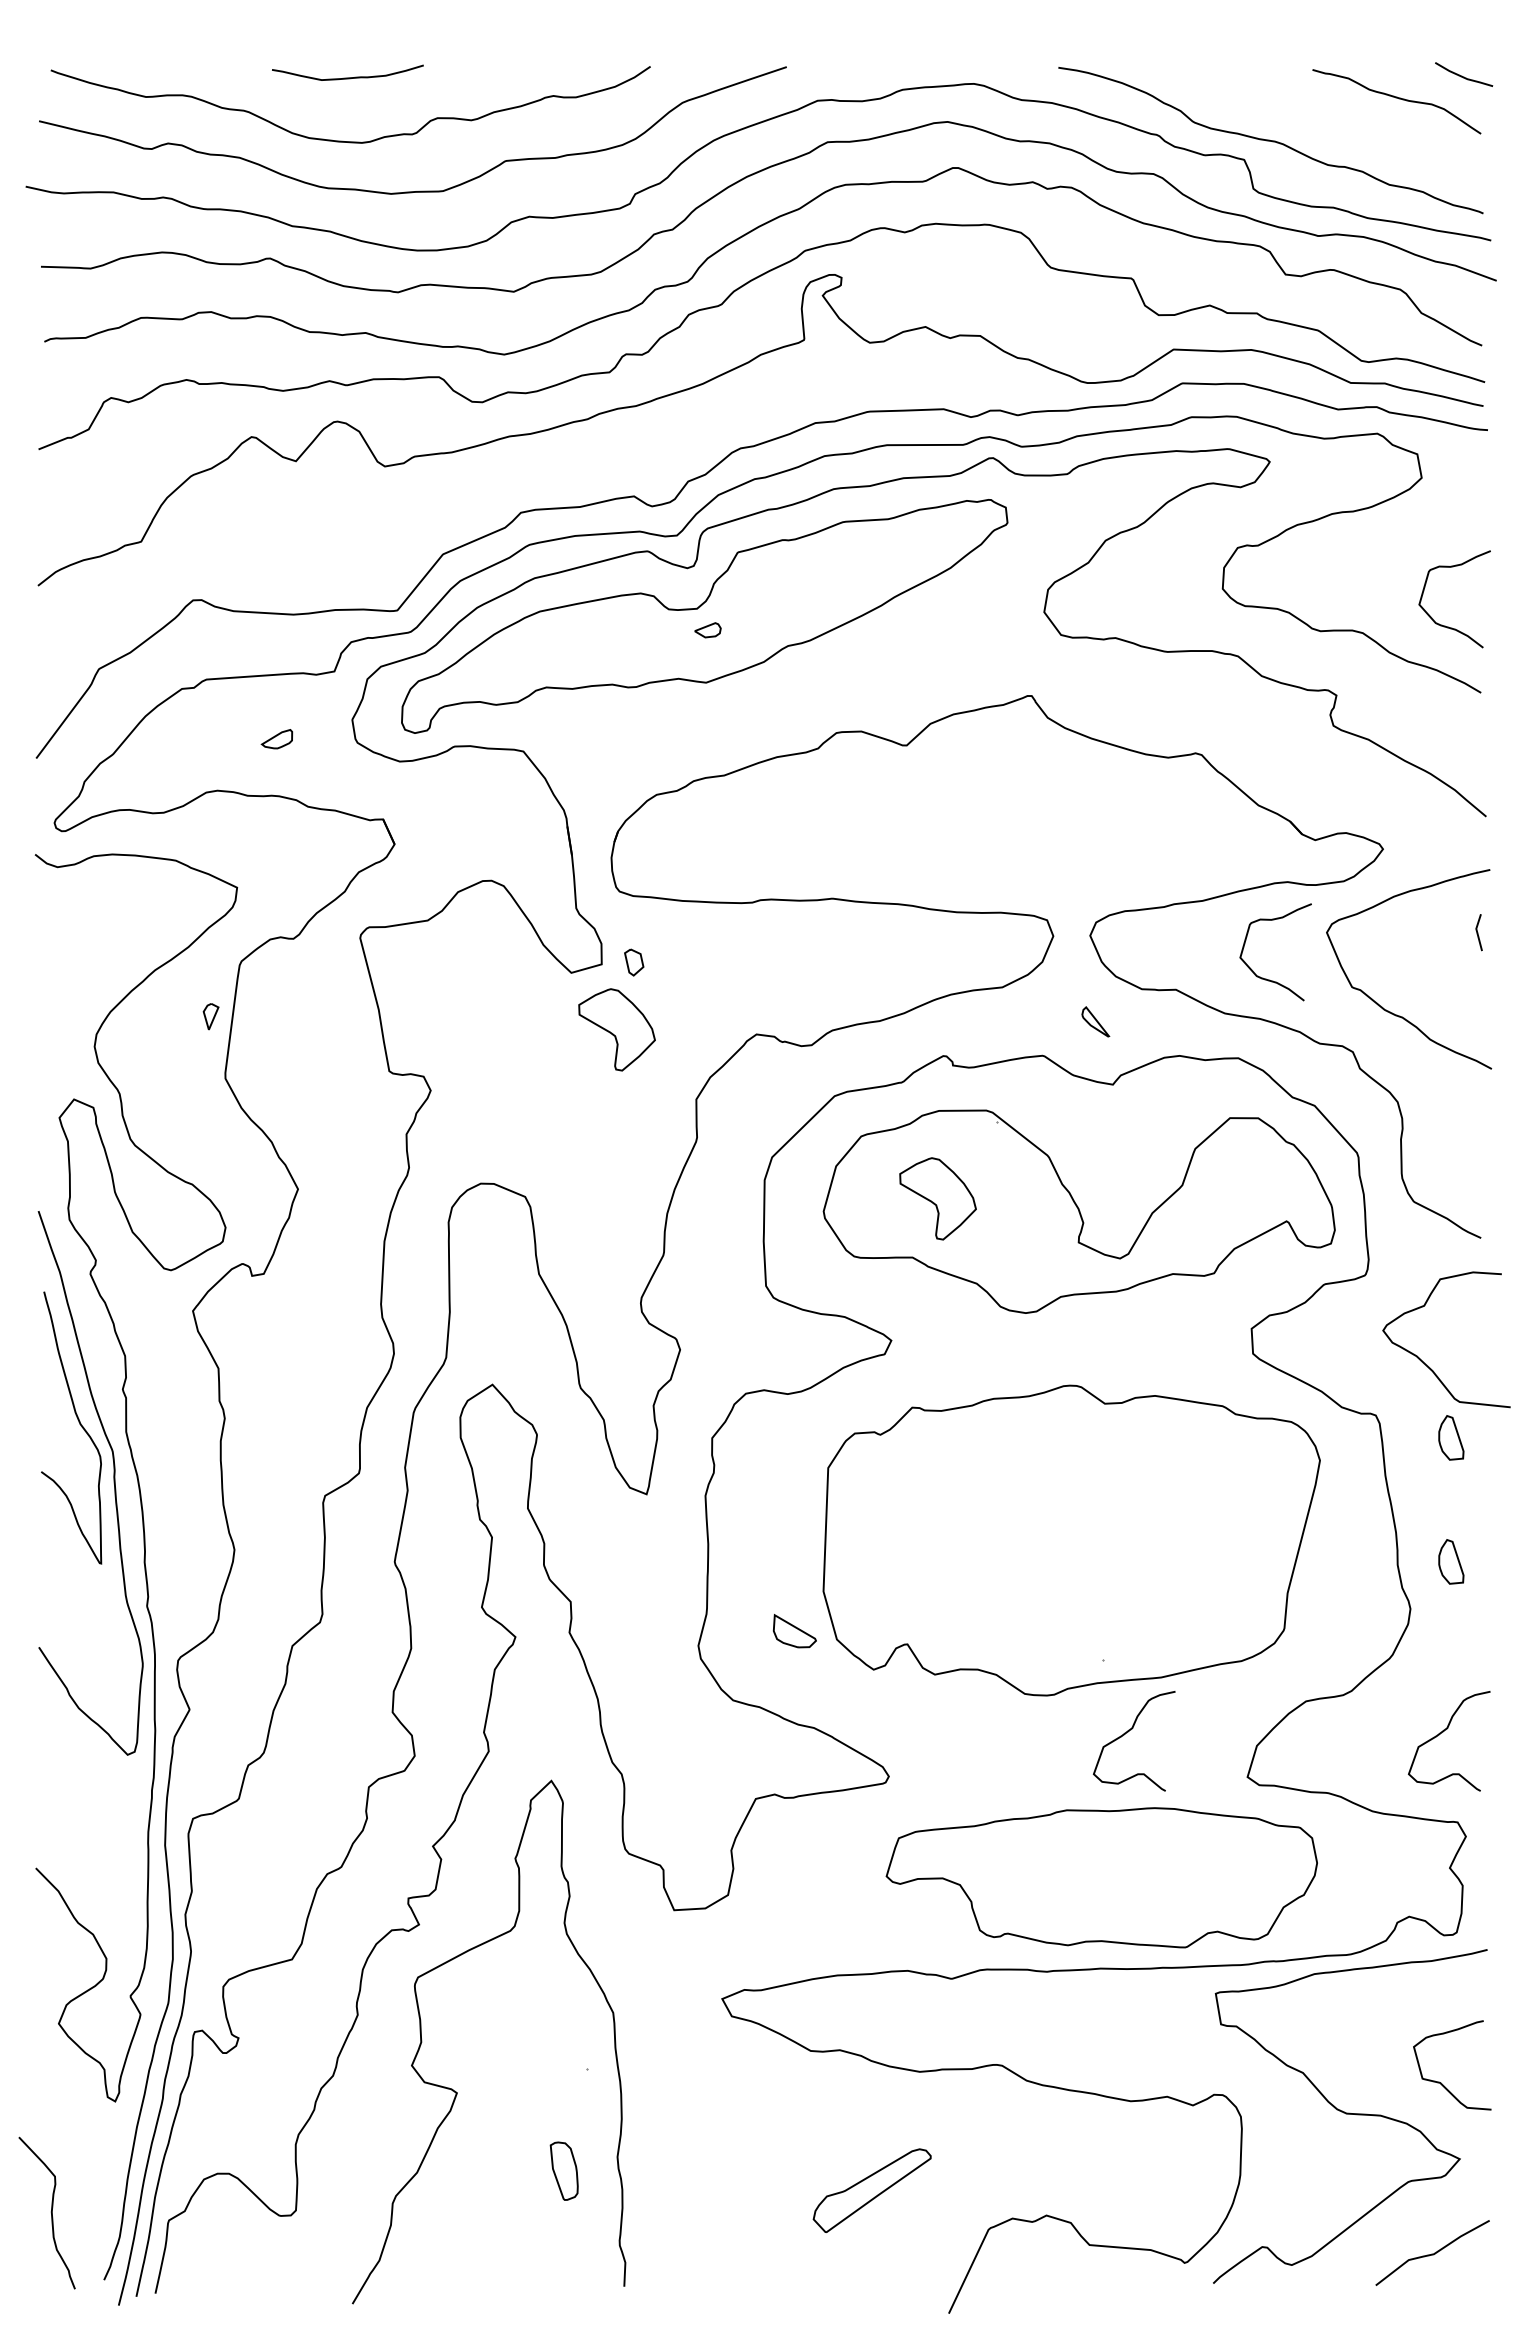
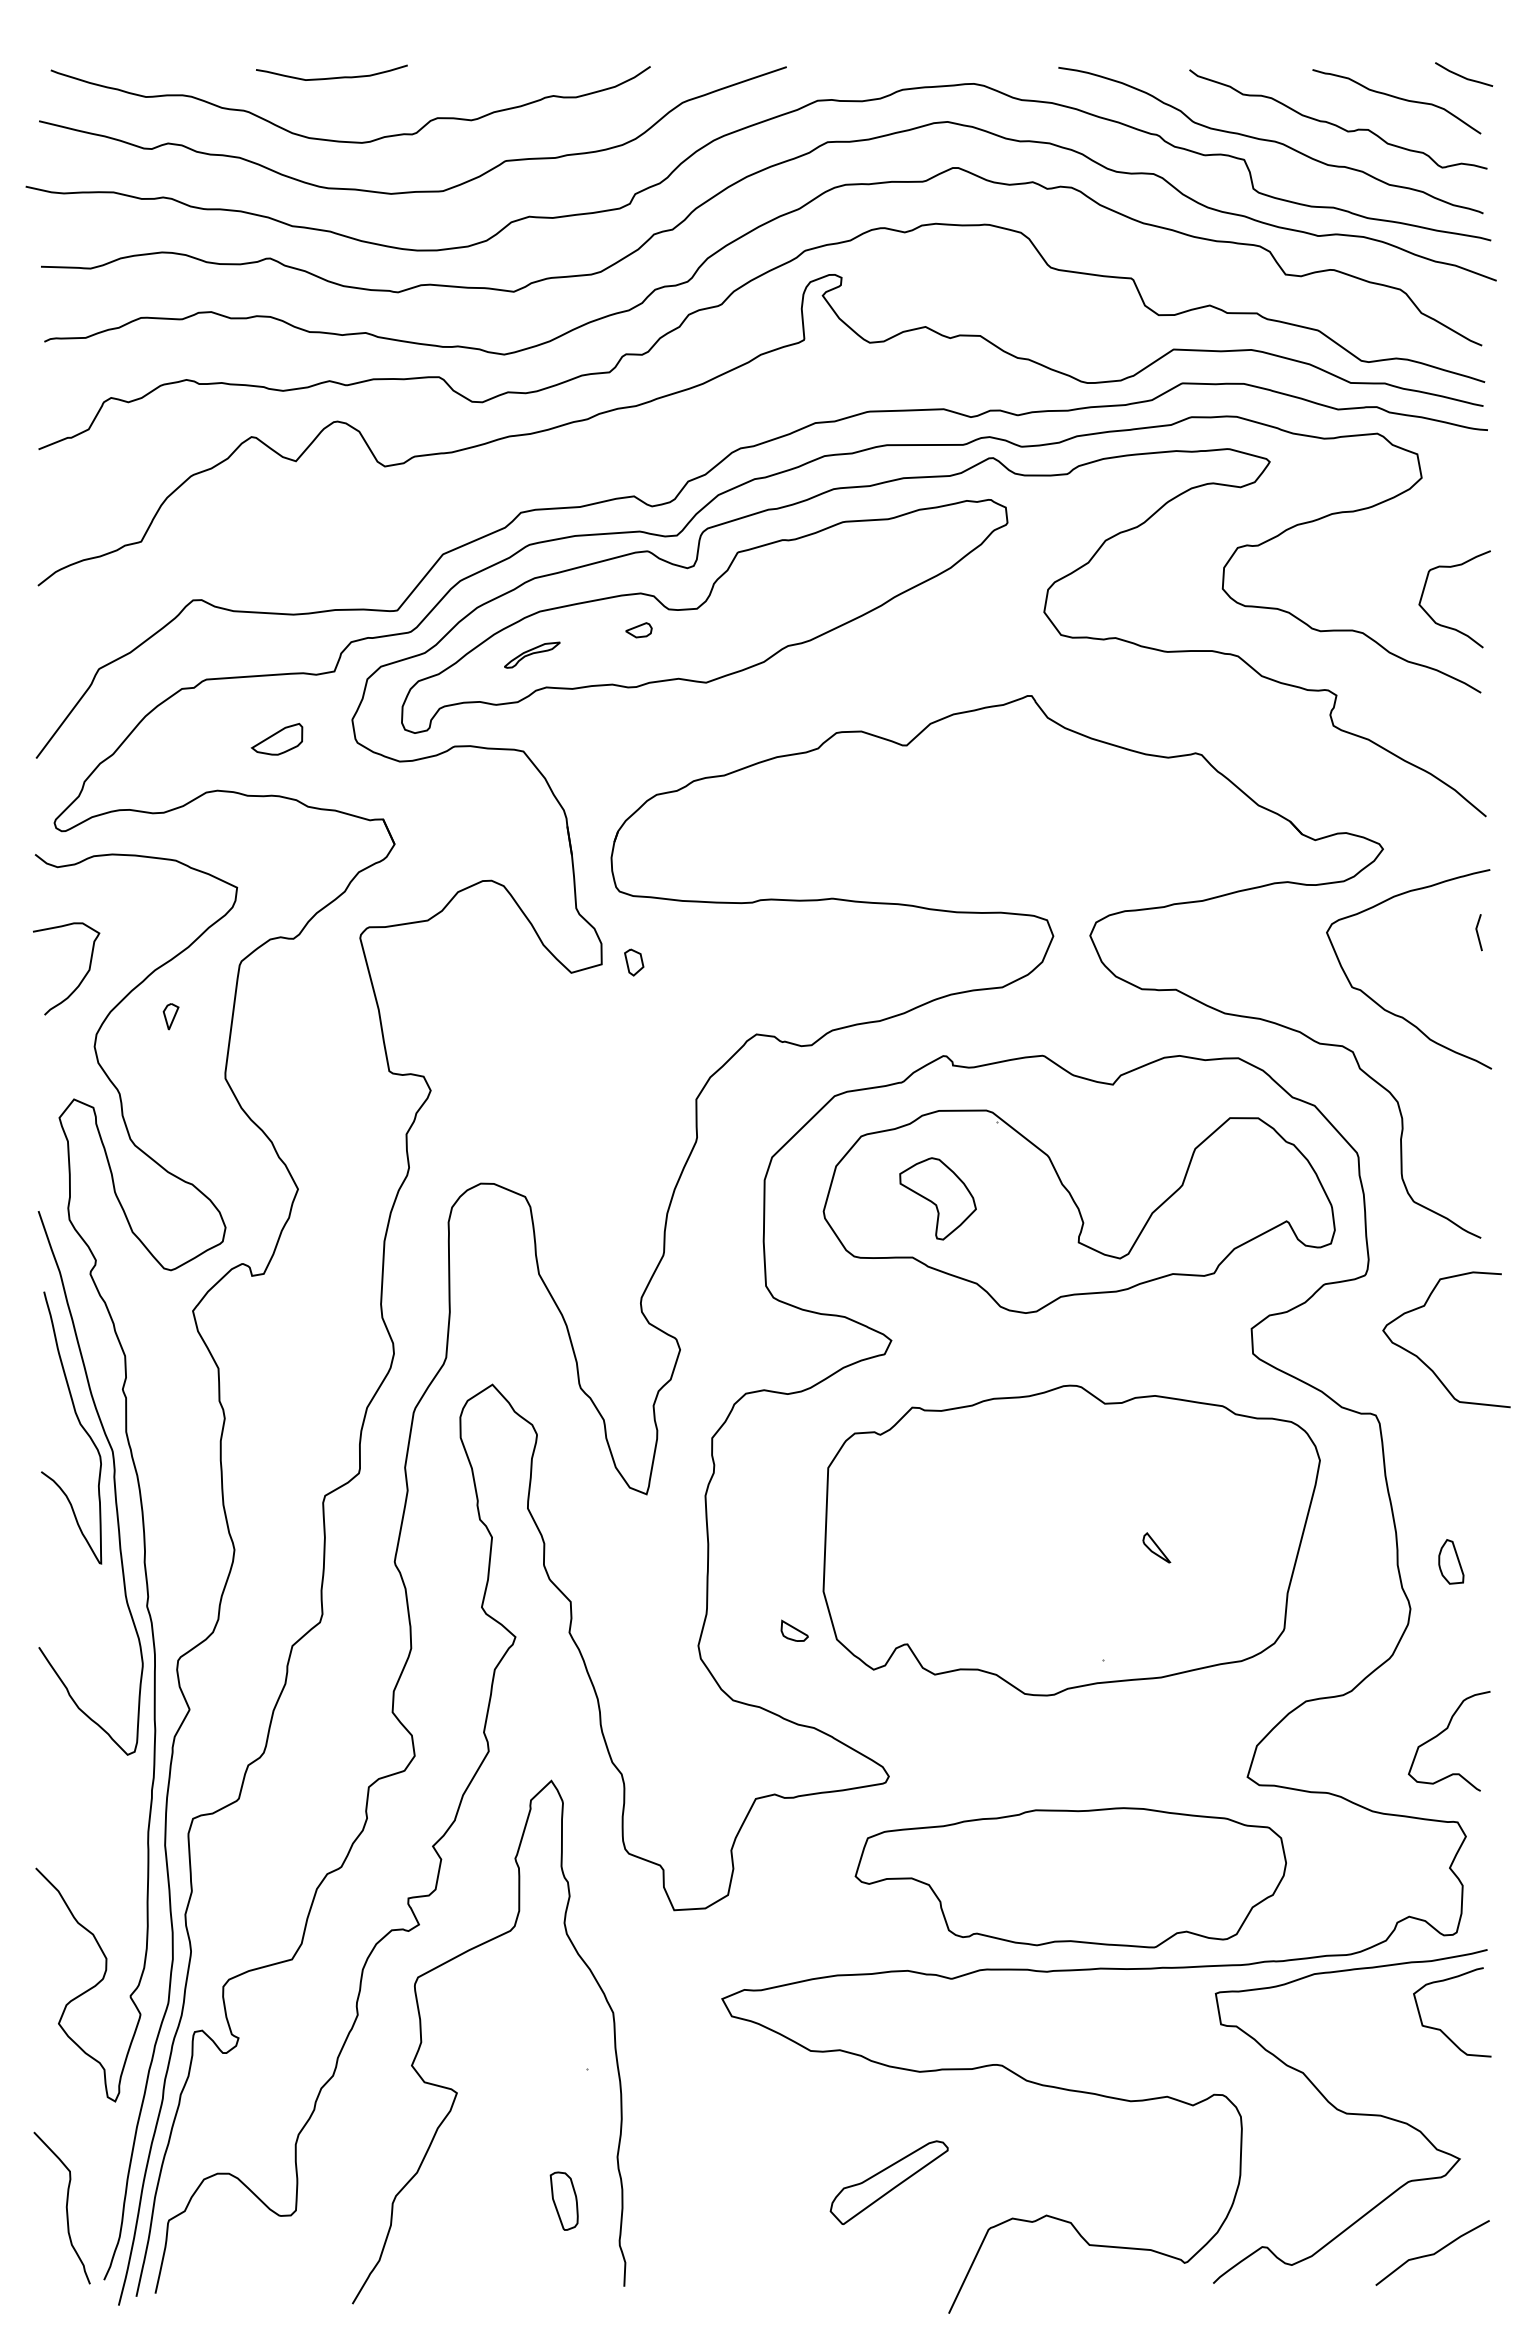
curve at (347, 77) position: (347, 77) -> (331, 77)
curve at (1336, 124): none -> present
part at (707, 630) position: (707, 630) -> (638, 630)
part at (532, 654): none -> present
part at (276, 739) size: 34x21 px -> 54x34 px
curve at (82, 978): none -> present
curve at (1266, 978): present -> none
part at (210, 1016) position: (210, 1016) -> (170, 1016)
part at (1095, 1021) position: (1095, 1021) -> (1156, 1547)
part at (616, 1029): present -> none
part at (1451, 1437): present -> none
part at (794, 1631) size: 45x35 px -> 29x23 px
curve at (1128, 1732): present -> none
part at (1101, 1877) position: (1101, 1877) -> (1070, 1877)
curve at (1441, 2082) position: (1441, 2082) -> (1441, 2029)
part at (563, 2170) position: (563, 2170) -> (563, 2200)
part at (871, 2190) position: (871, 2190) -> (888, 2182)
curve at (50, 2212) position: (50, 2212) -> (65, 2207)
